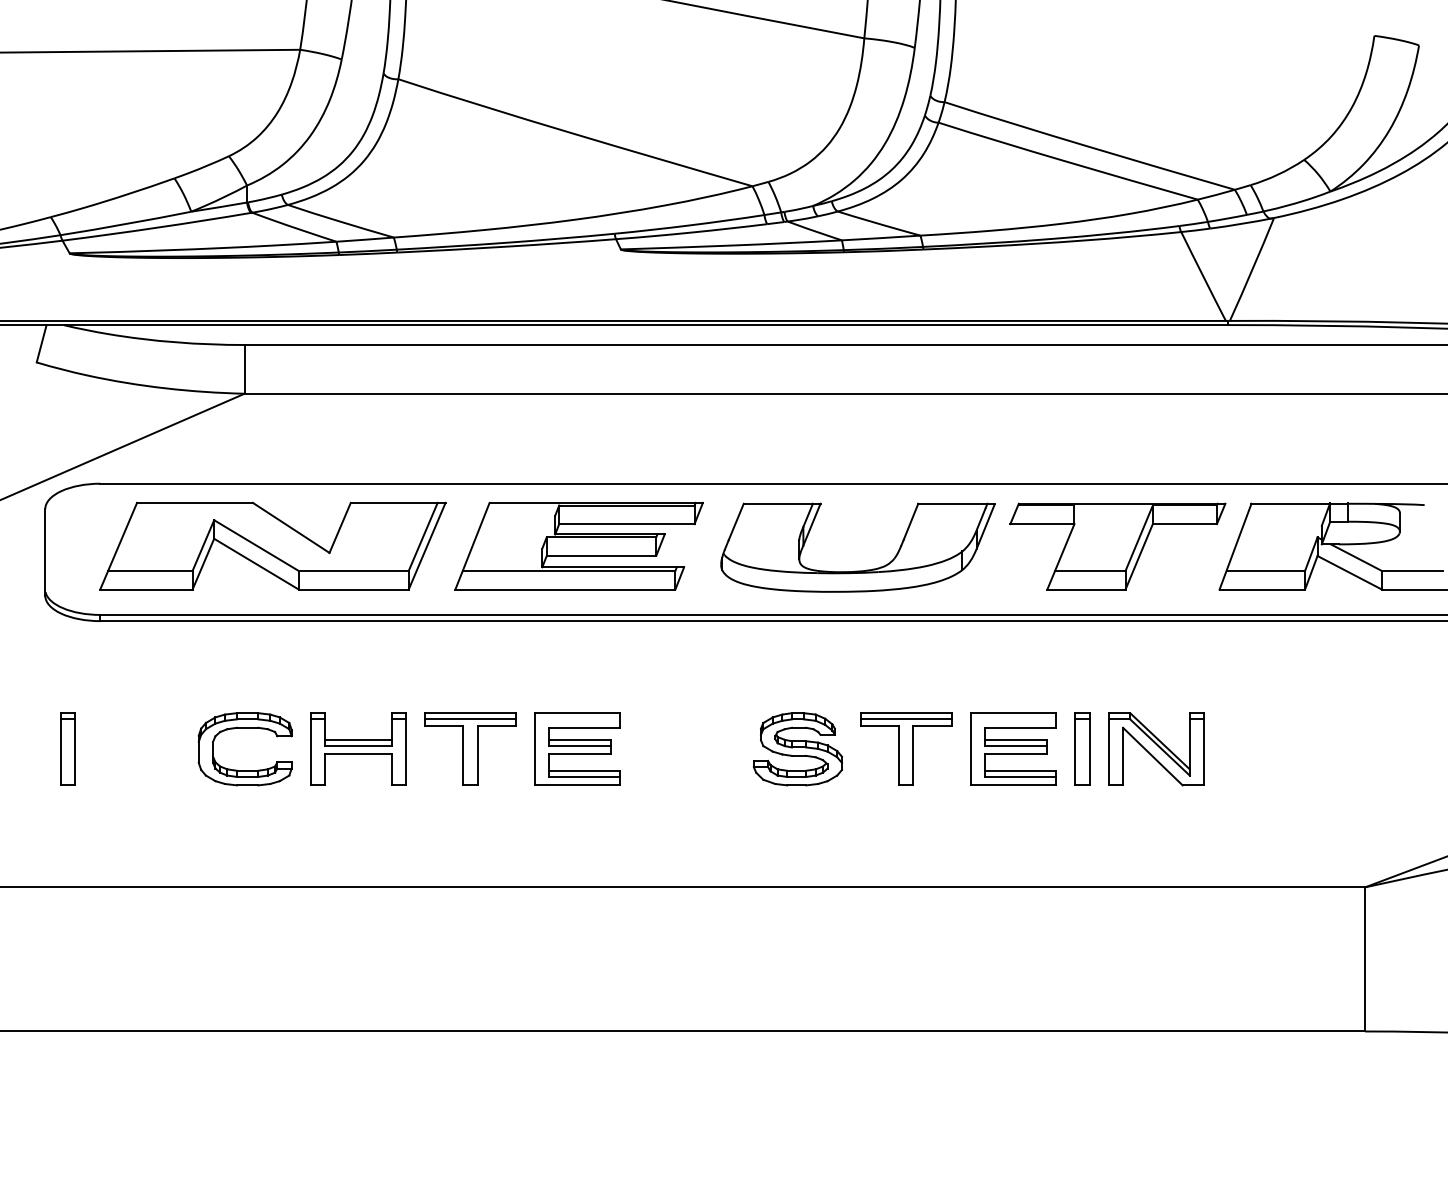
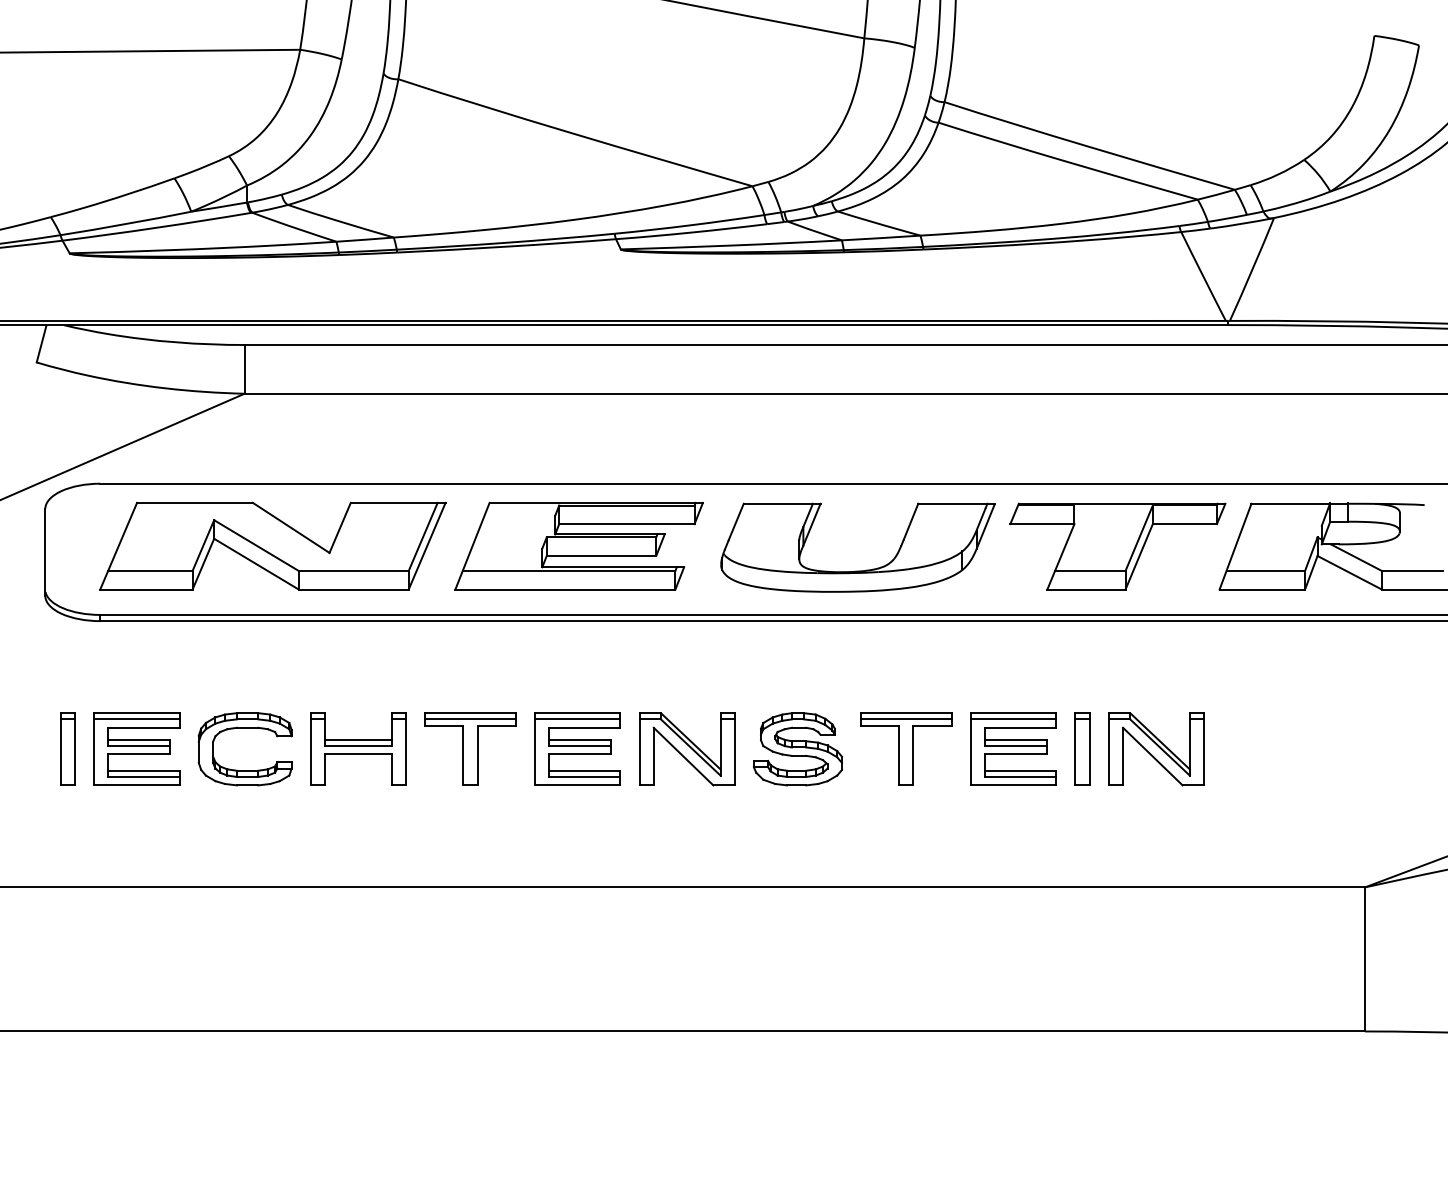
line at (577, 719): none -> present
line at (1013, 719): none -> present
part at (136, 748): none -> present
part at (687, 749): none -> present
